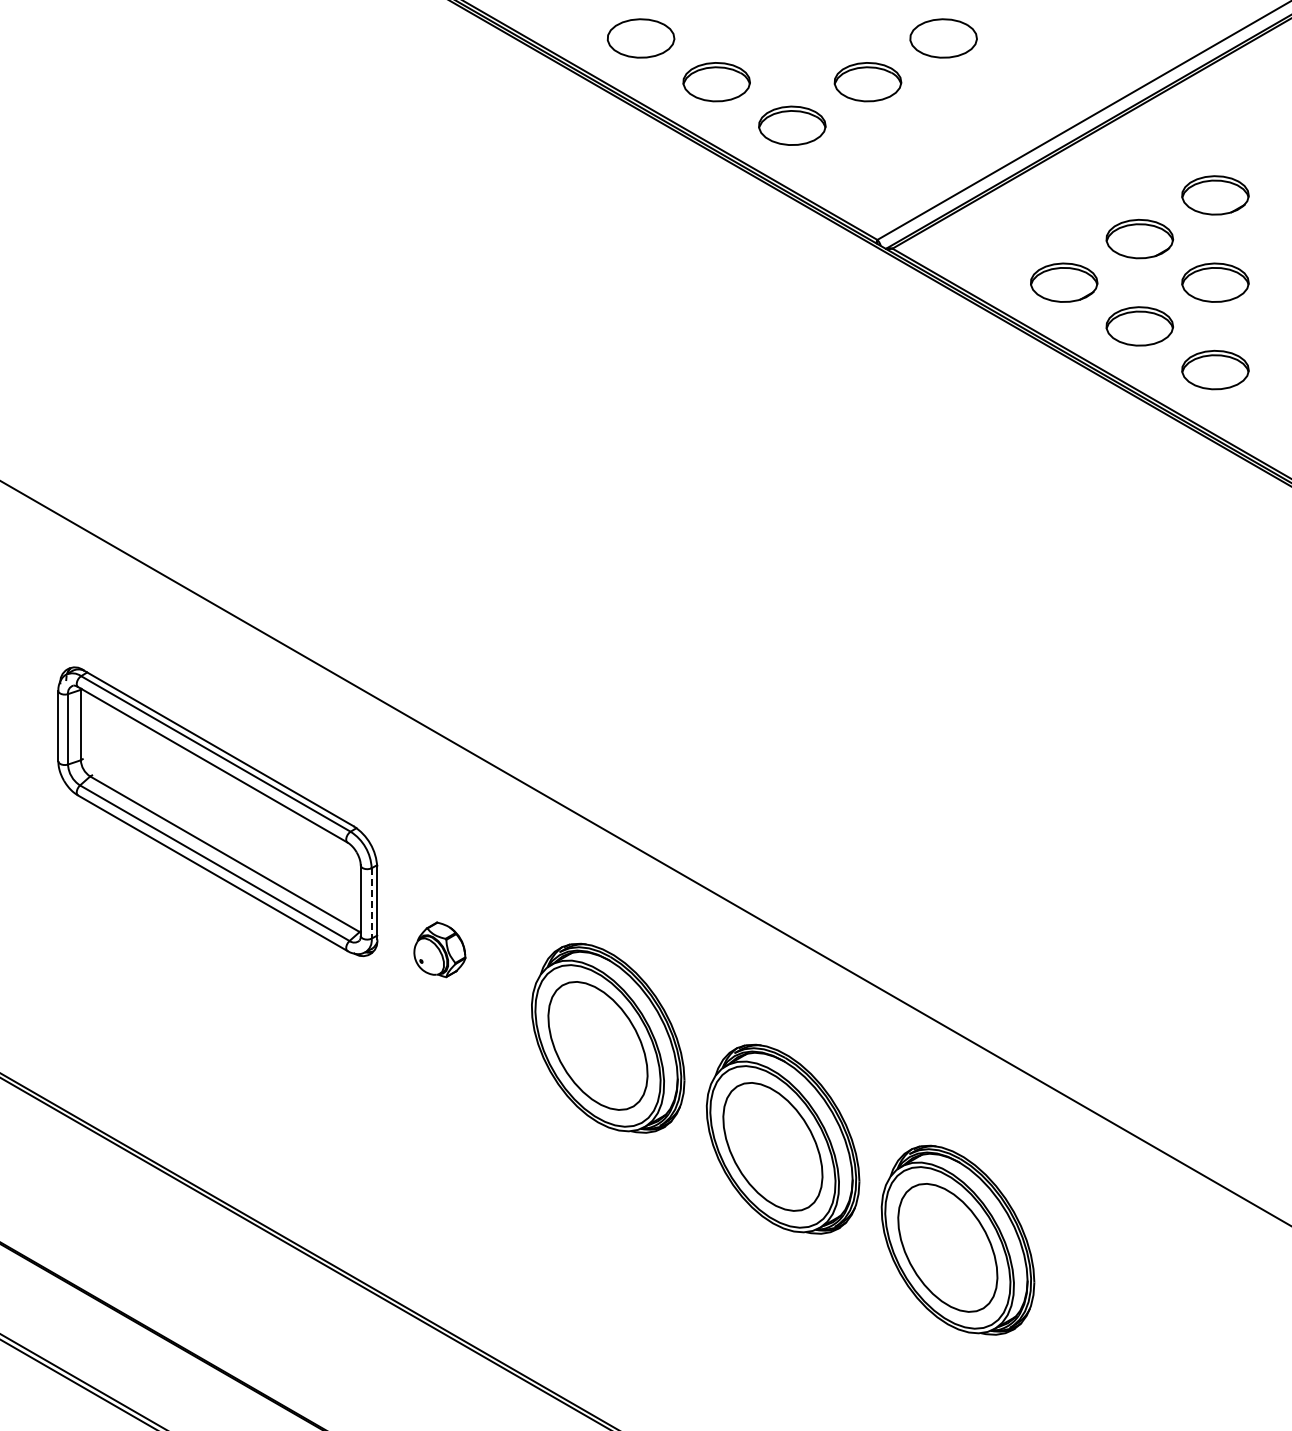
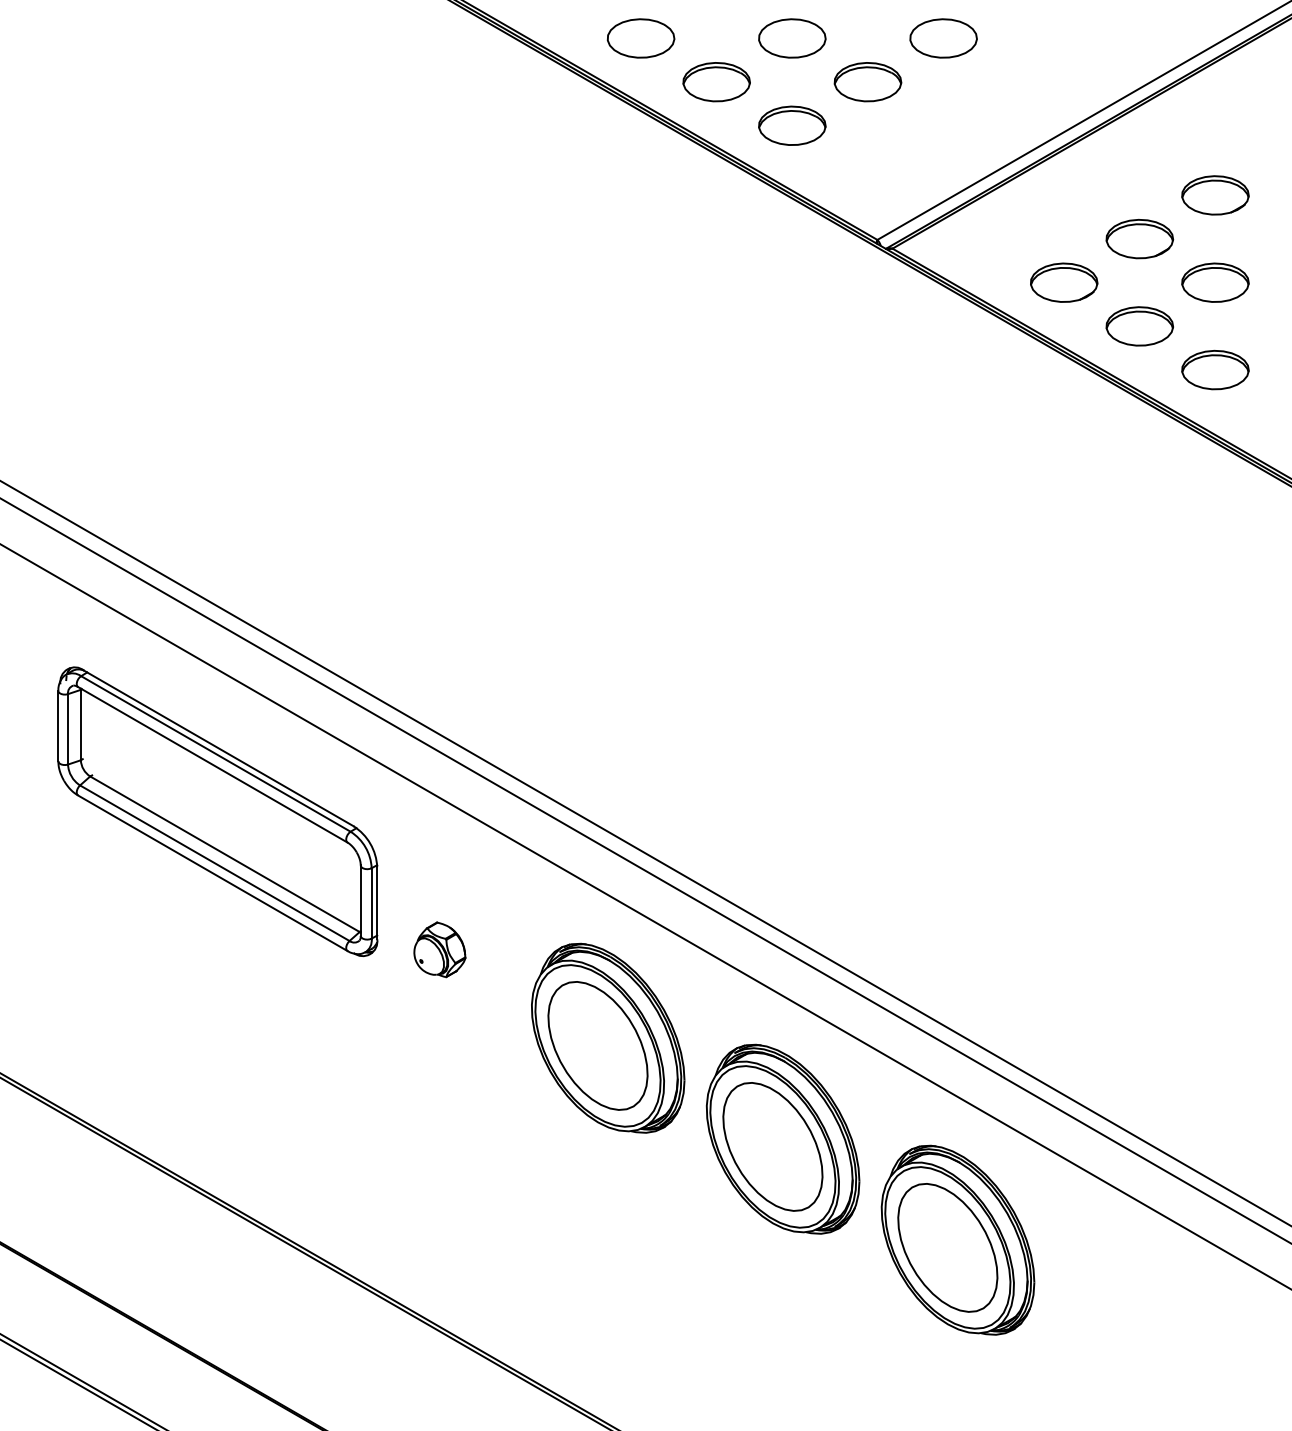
part at (792, 38): none -> present
line at (645, 870): none -> present
line at (371, 903): dashed -> solid
line at (645, 916): none -> present
